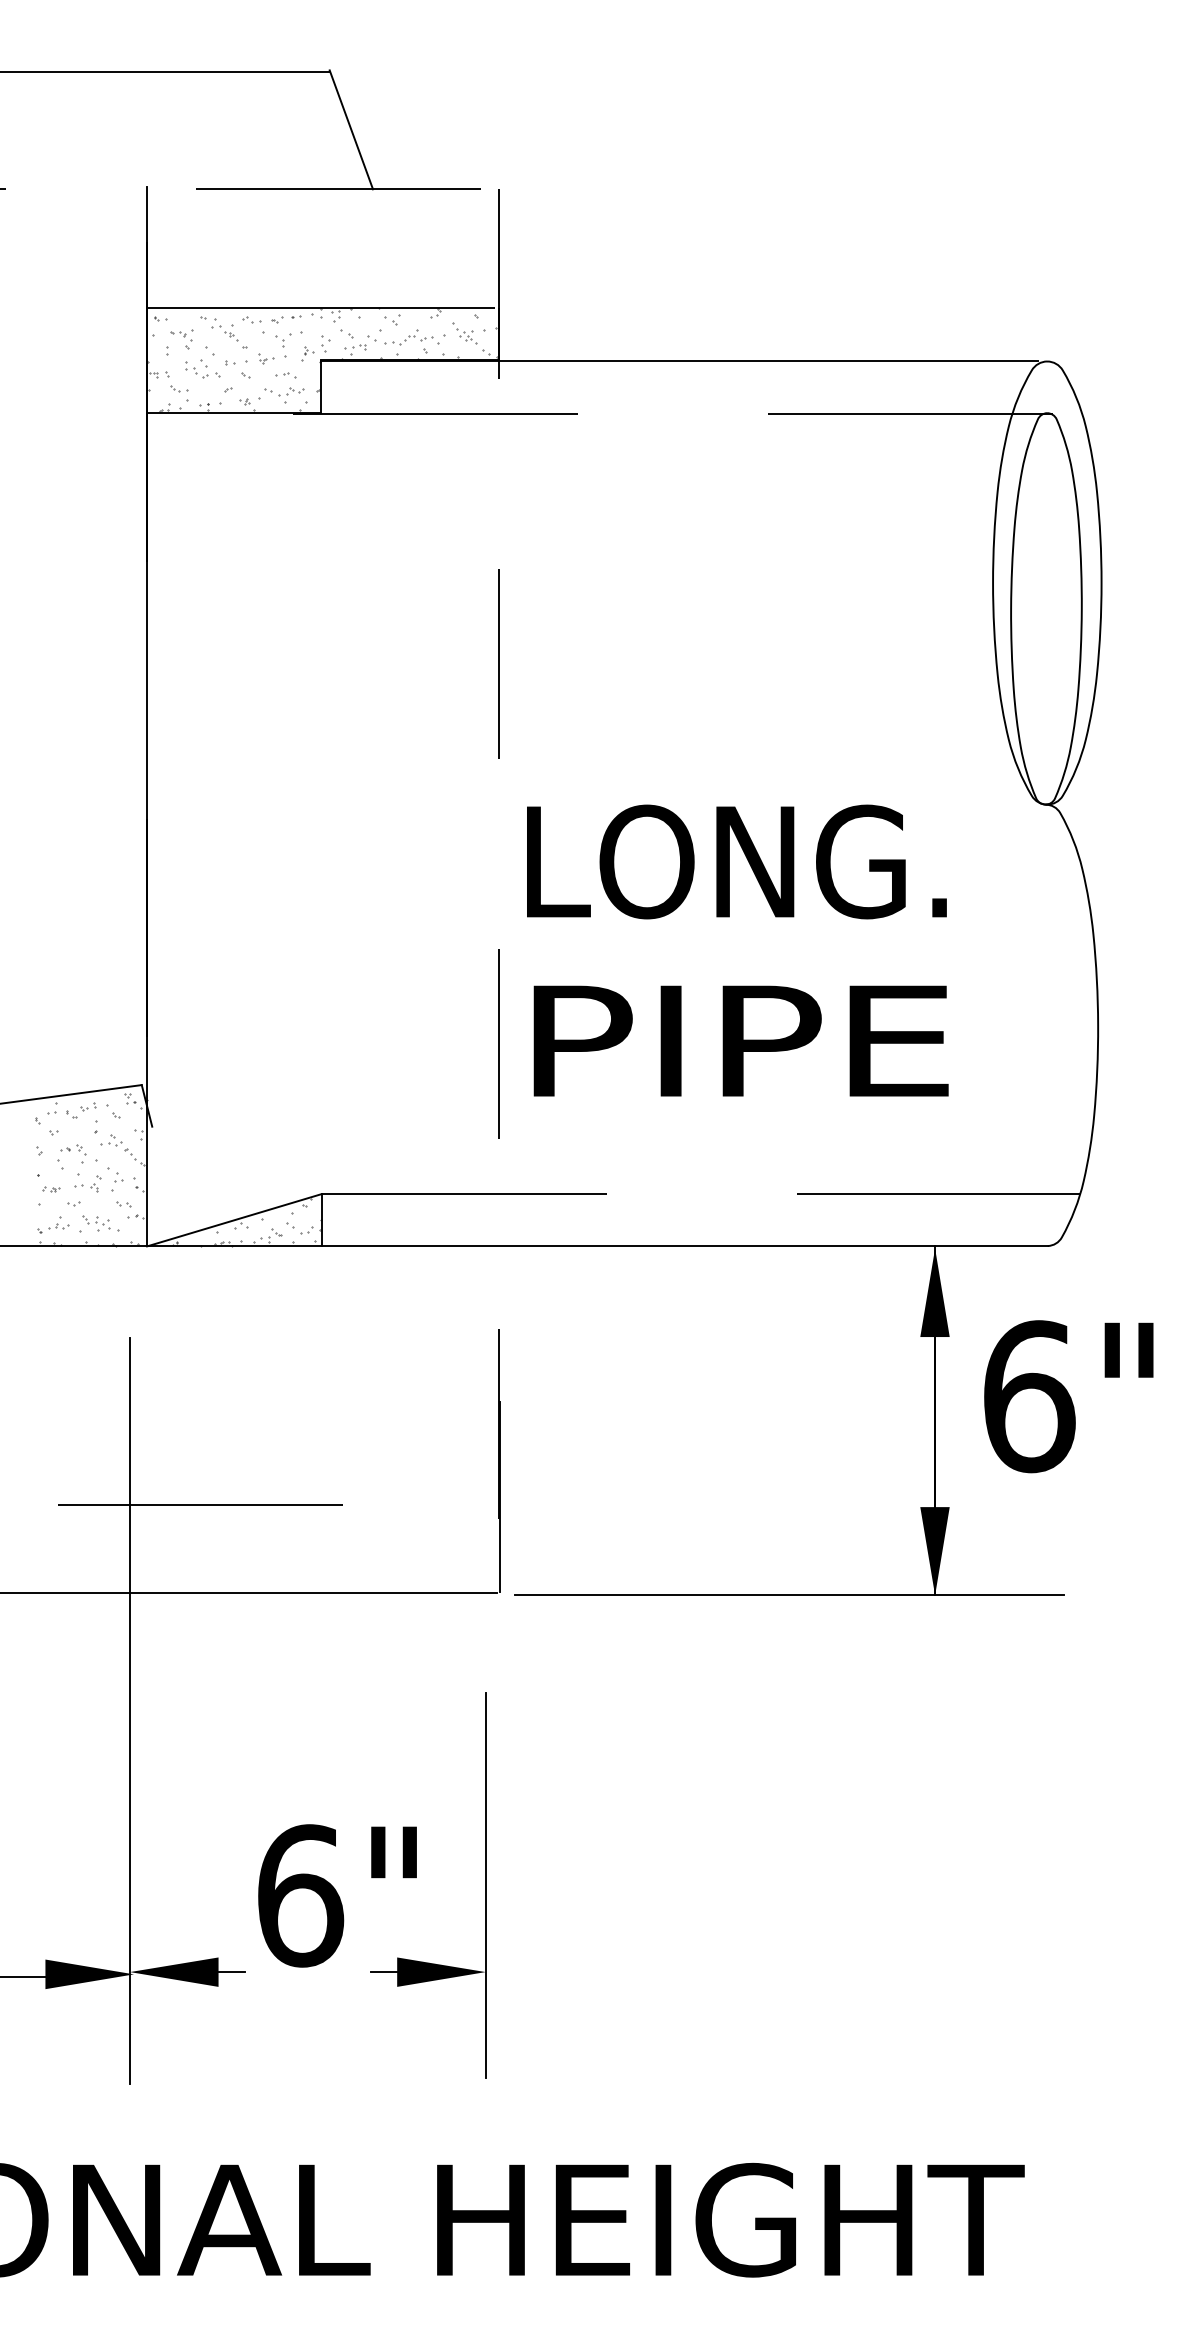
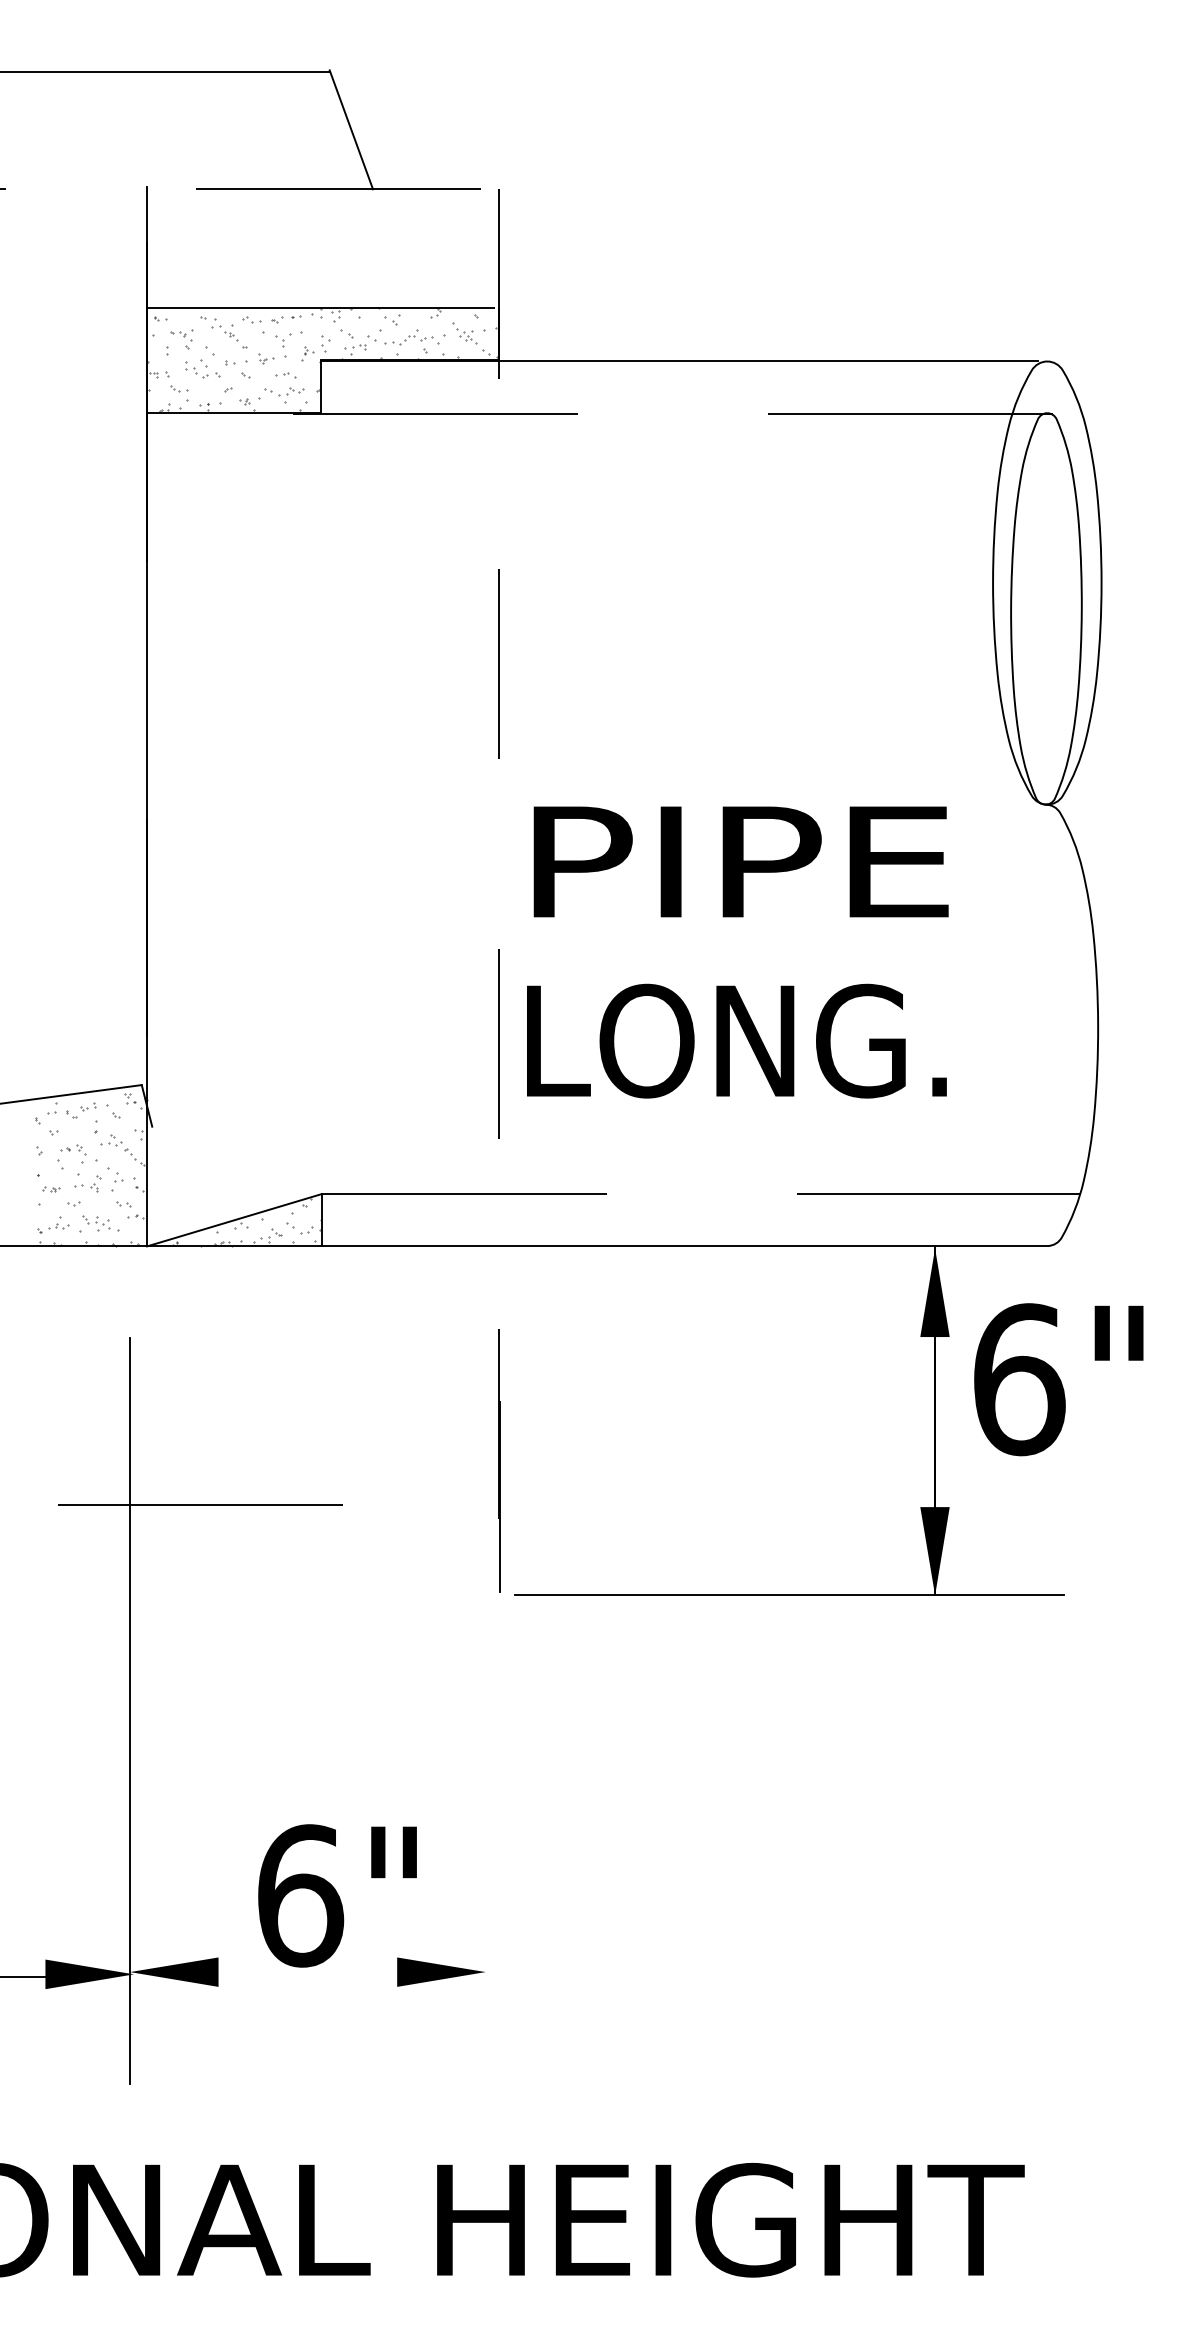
text at (737, 861): LONG. -> PIPE
text at (737, 1040): PIPE -> LONG.
text at (1068, 1396) position: (1068, 1396) -> (1058, 1379)
line at (249, 1593): present -> none
line at (485, 1885): present -> none
line at (231, 1972): present -> none
line at (384, 1972): present -> none
